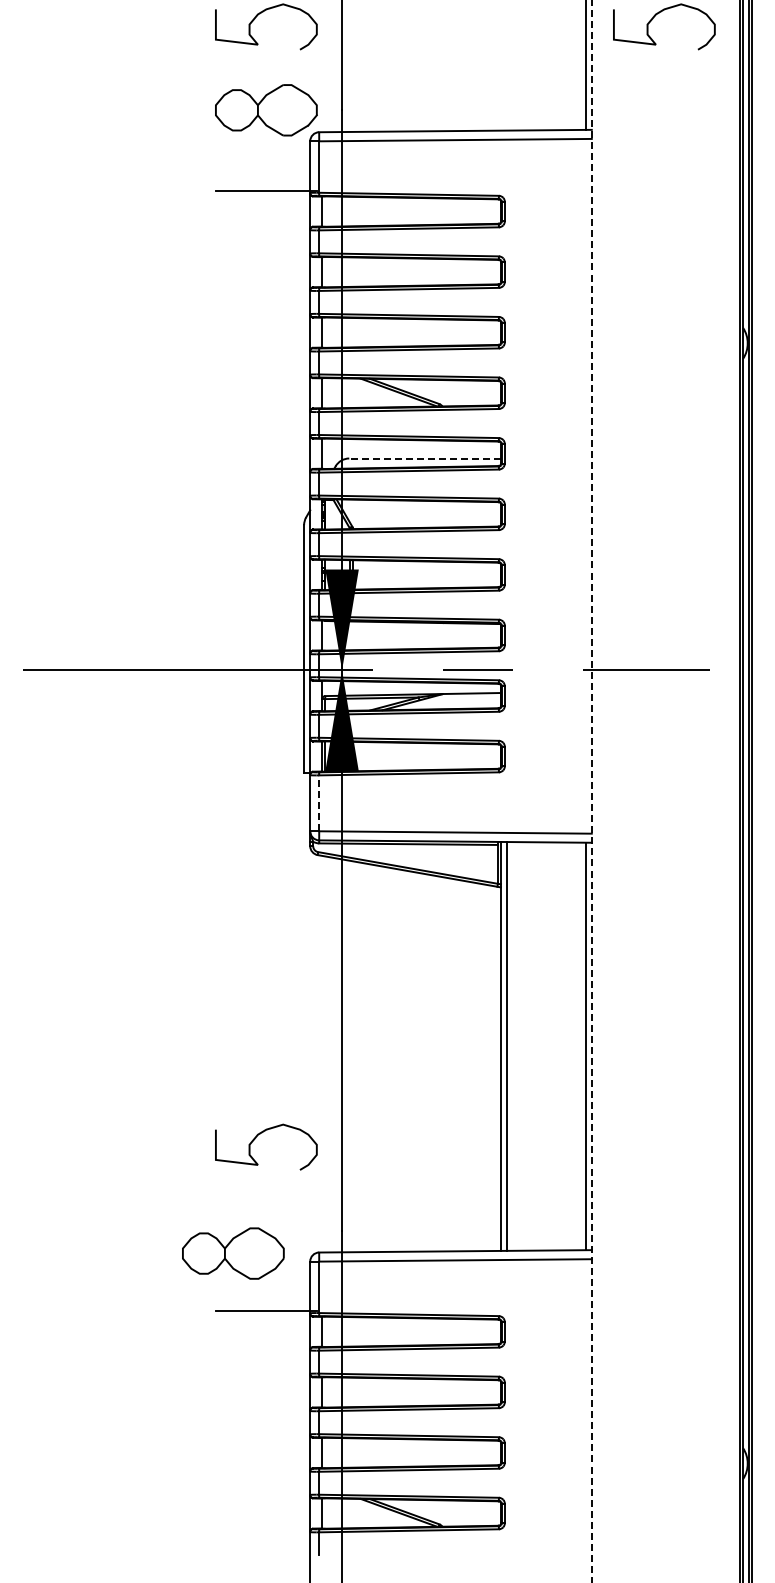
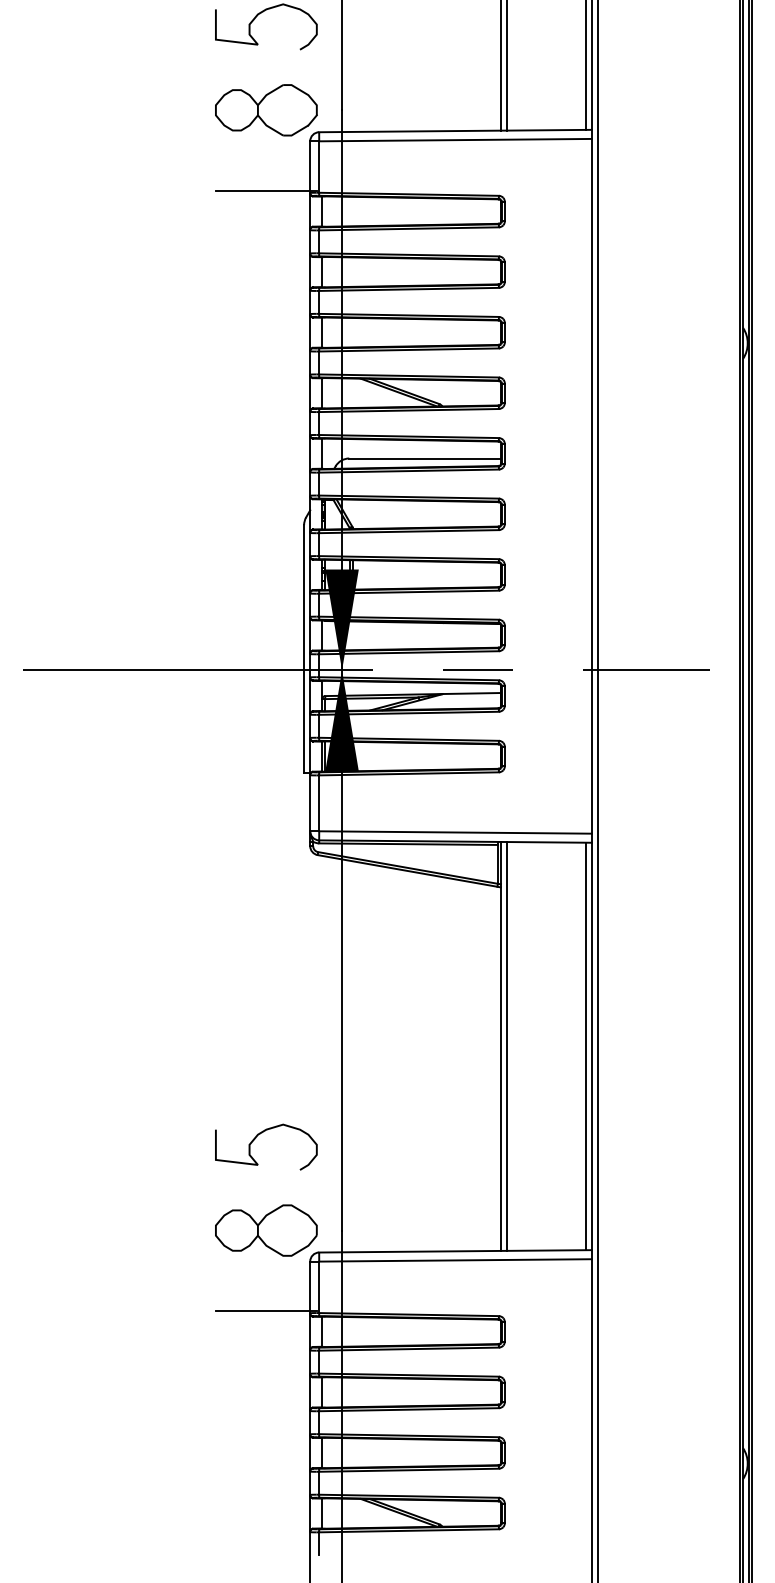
curve at (652, 20): present -> none
line at (500, 66): none -> present
line at (506, 66): none -> present
line at (424, 458): dashed -> solid
line at (591, 790): dashed -> solid
line at (597, 790): none -> present
line at (319, 803): dashed -> solid
part at (233, 1253) position: (233, 1253) -> (266, 1230)
